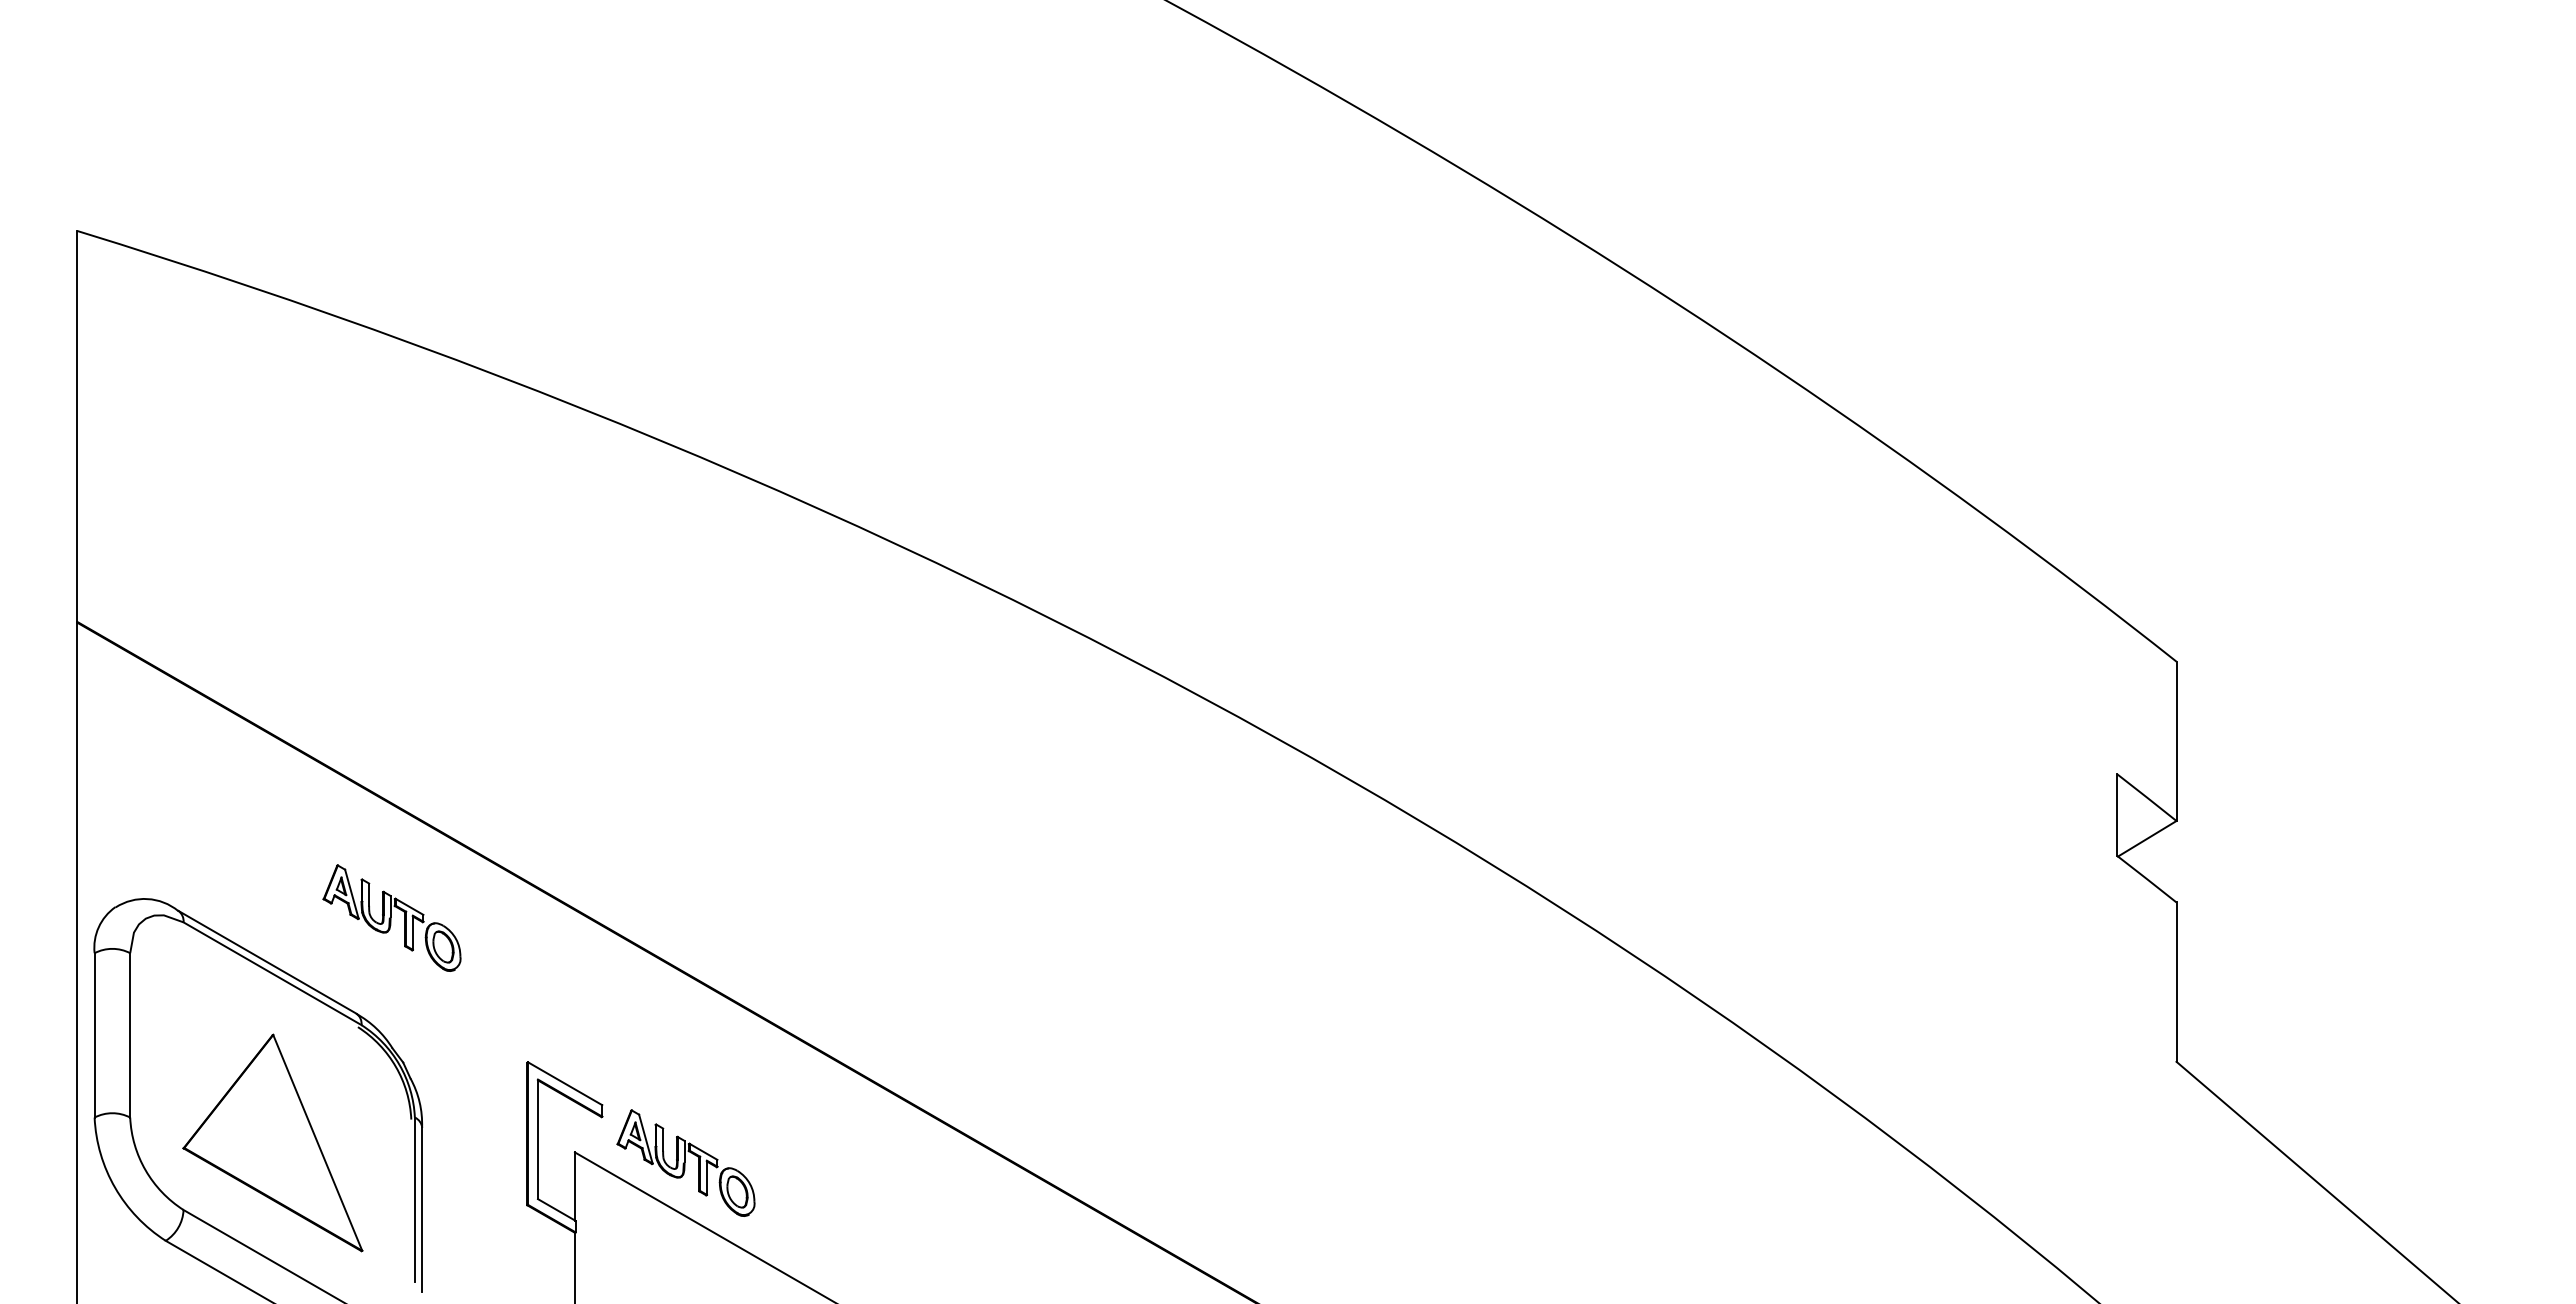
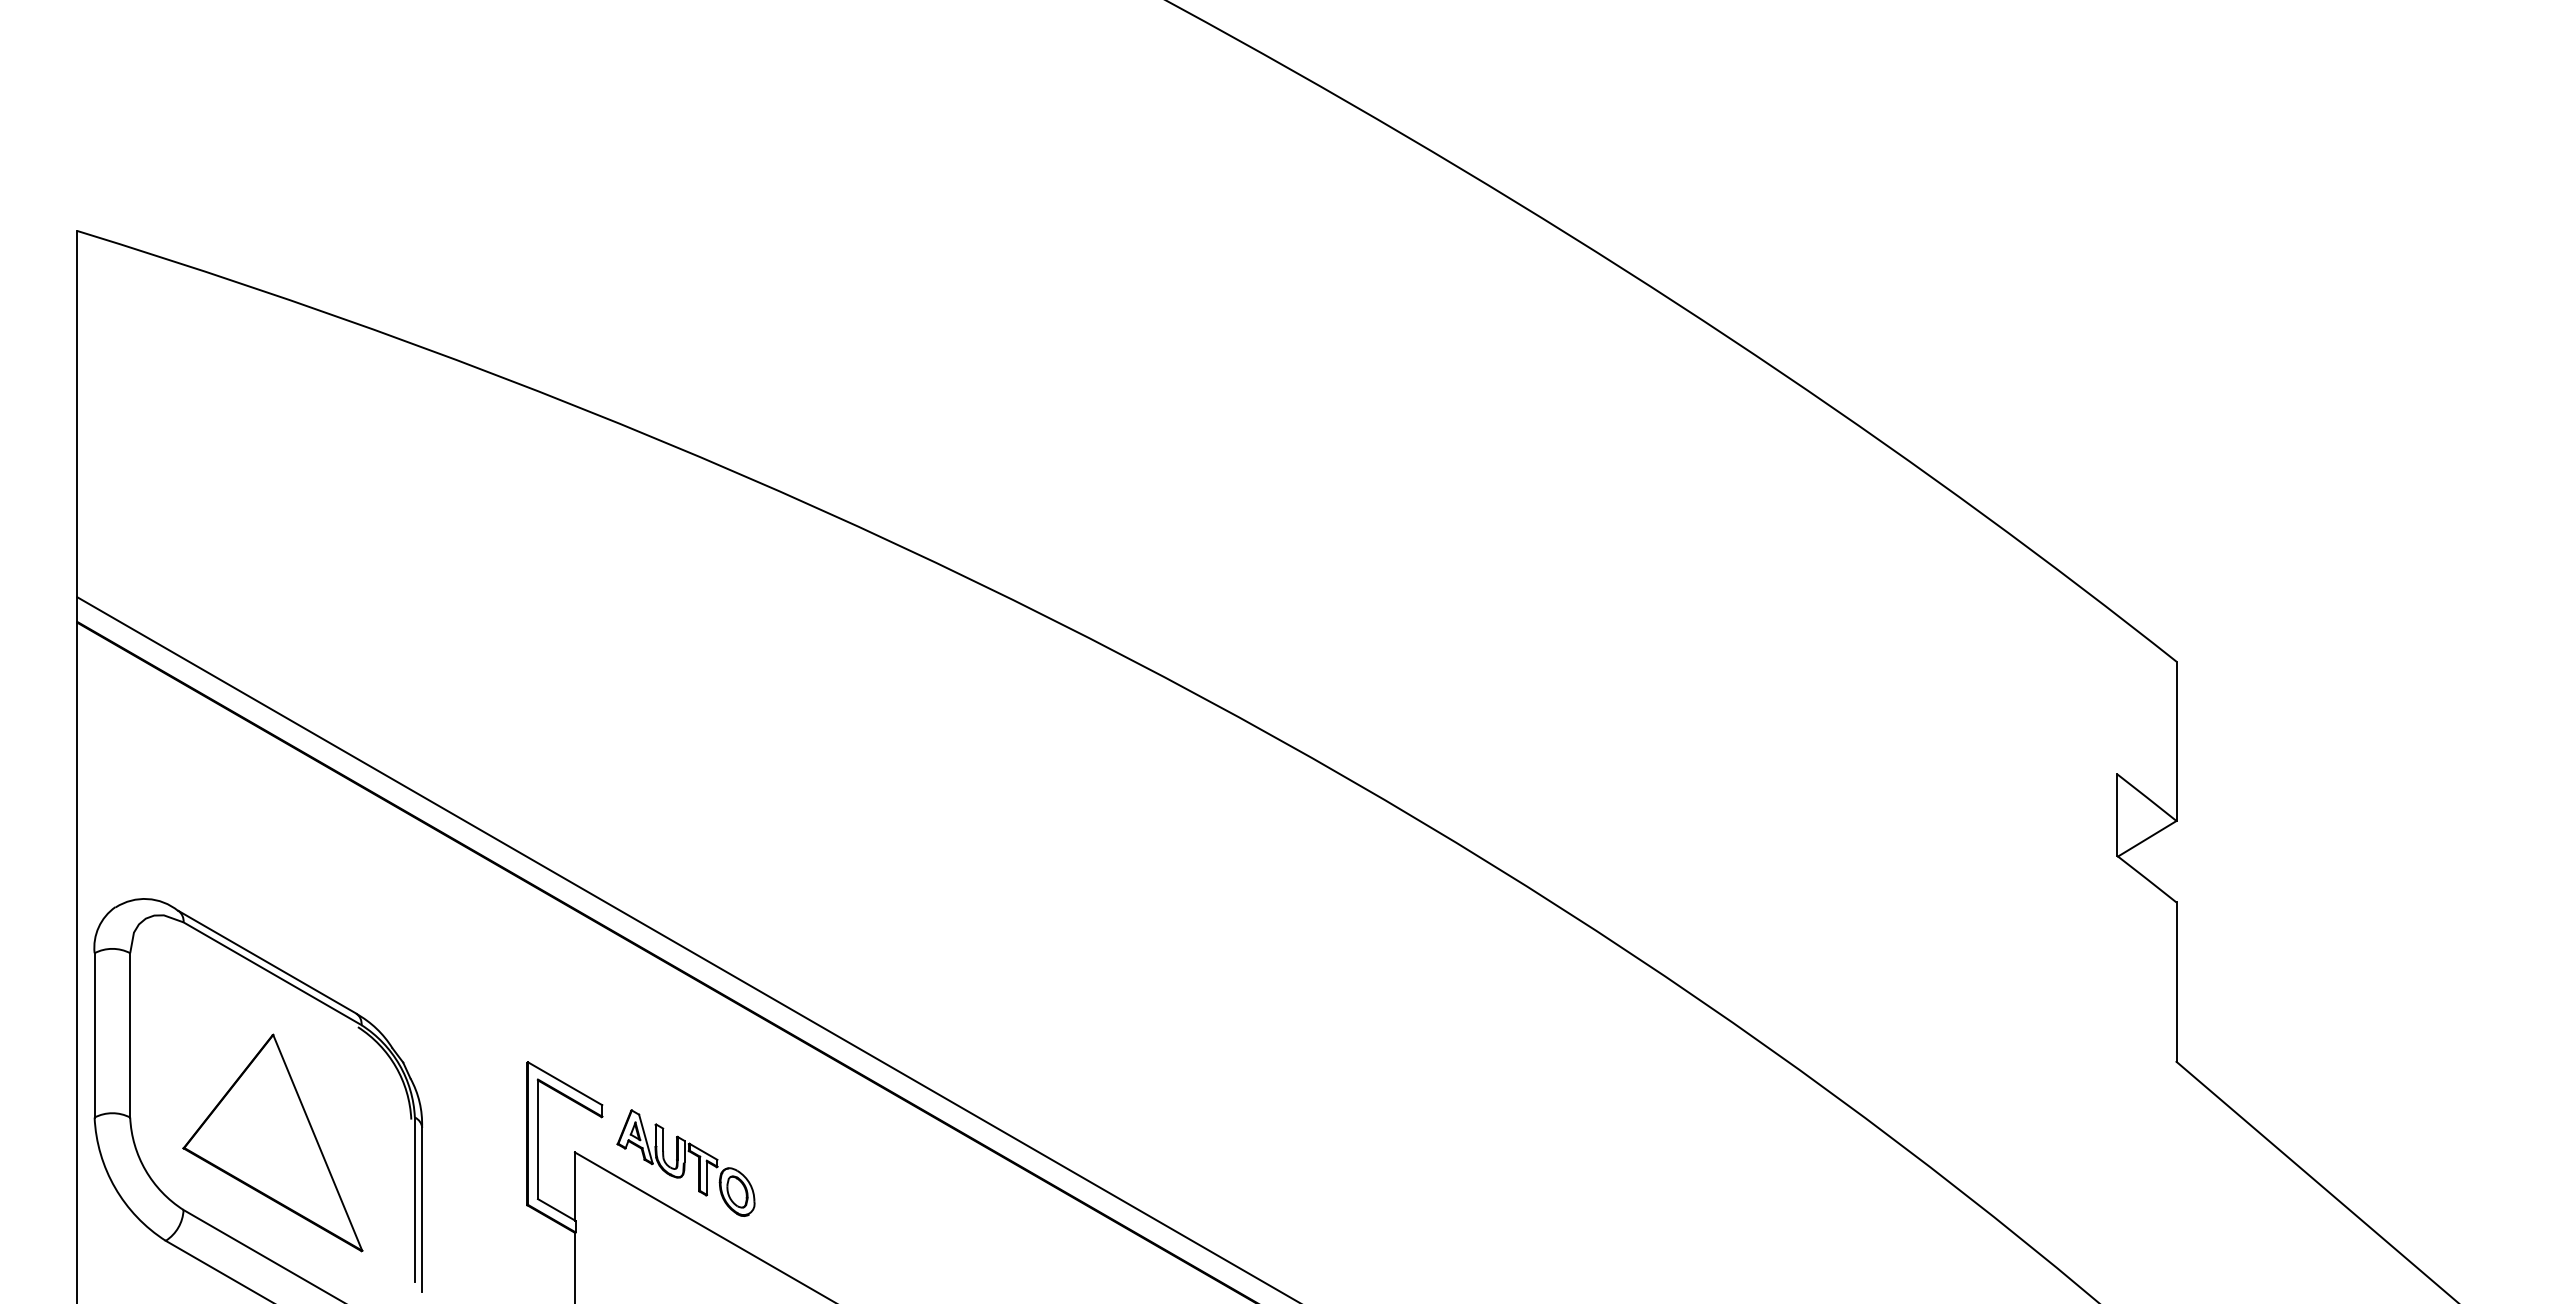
part at (391, 917): present -> none
line at (686, 948): none -> present
